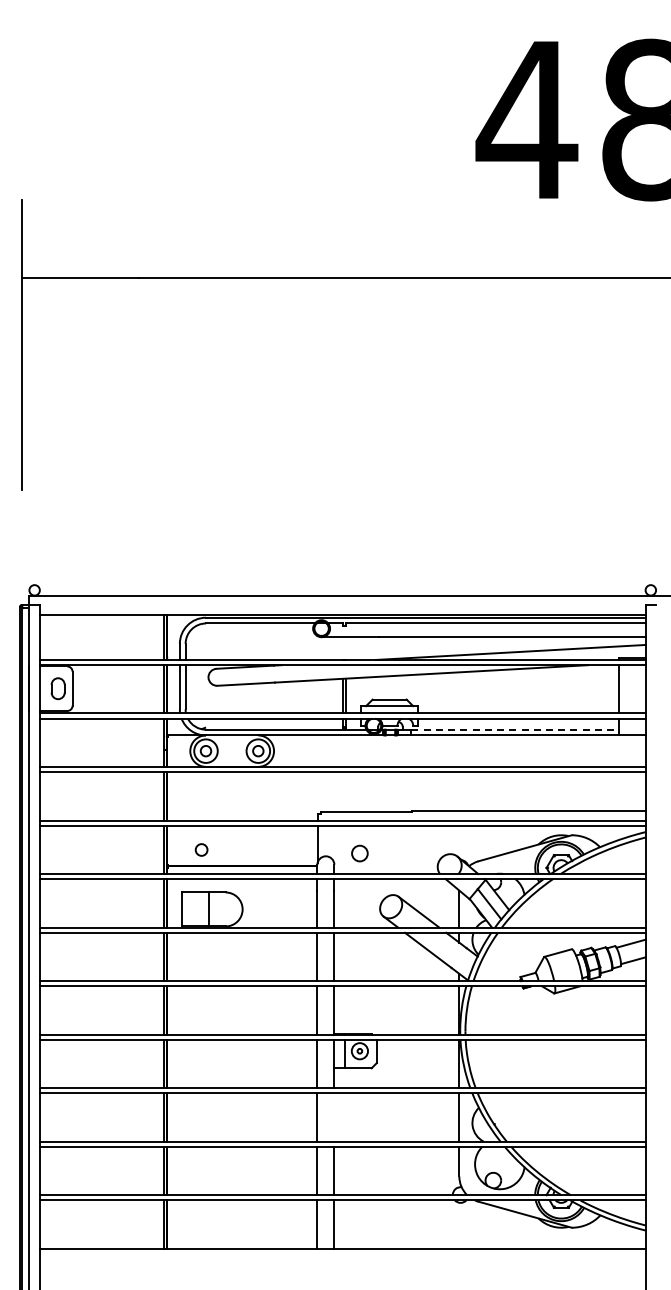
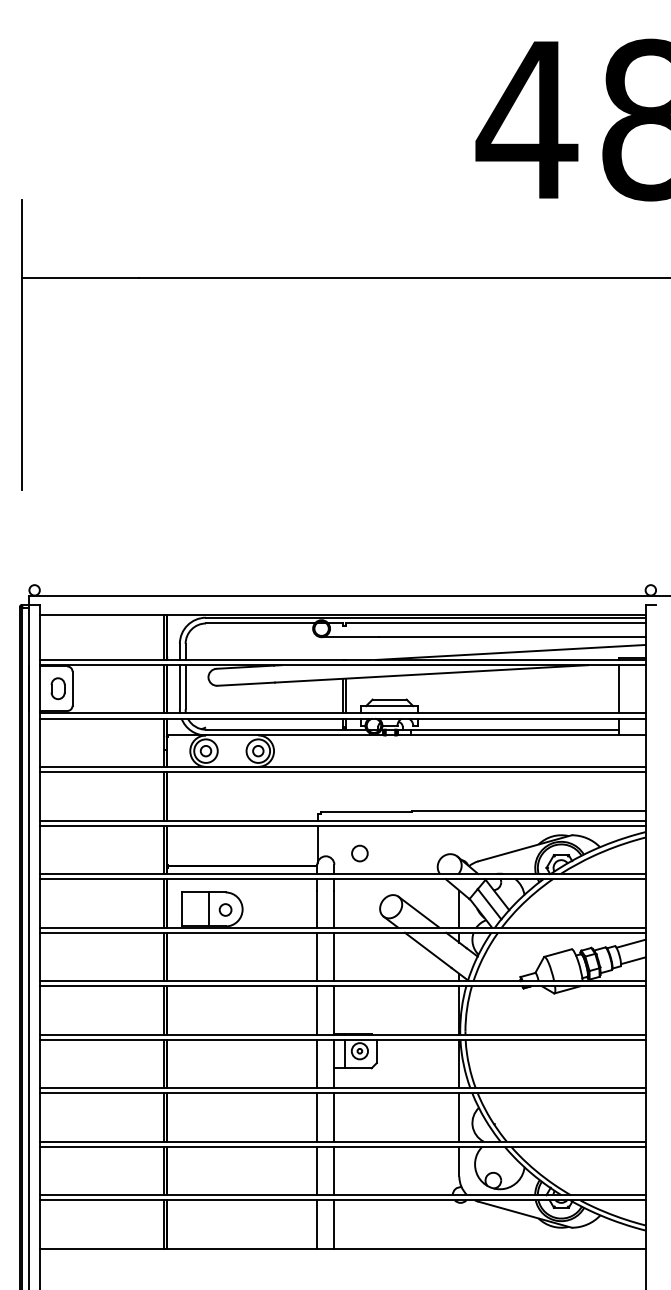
line at (515, 729): dashed -> solid
circle at (201, 849) position: (201, 849) -> (225, 909)
line at (334, 1117): none -> present
